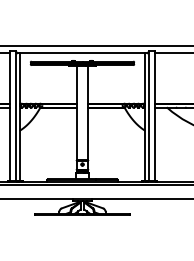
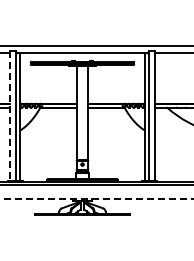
line at (10, 116): solid -> dashed
line at (97, 199): solid -> dashed
